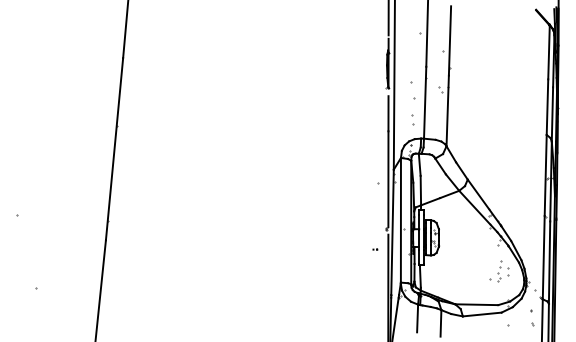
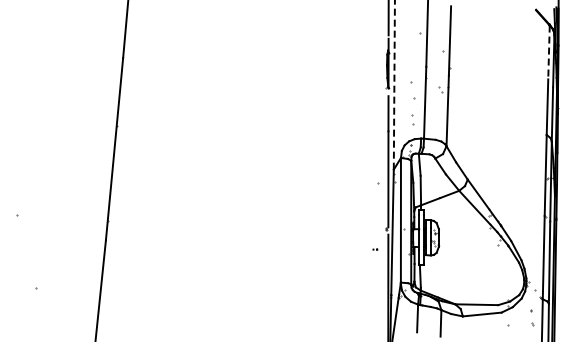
line at (549, 52): solid -> dashed
line at (394, 84): solid -> dashed
part at (499, 271): present -> none
